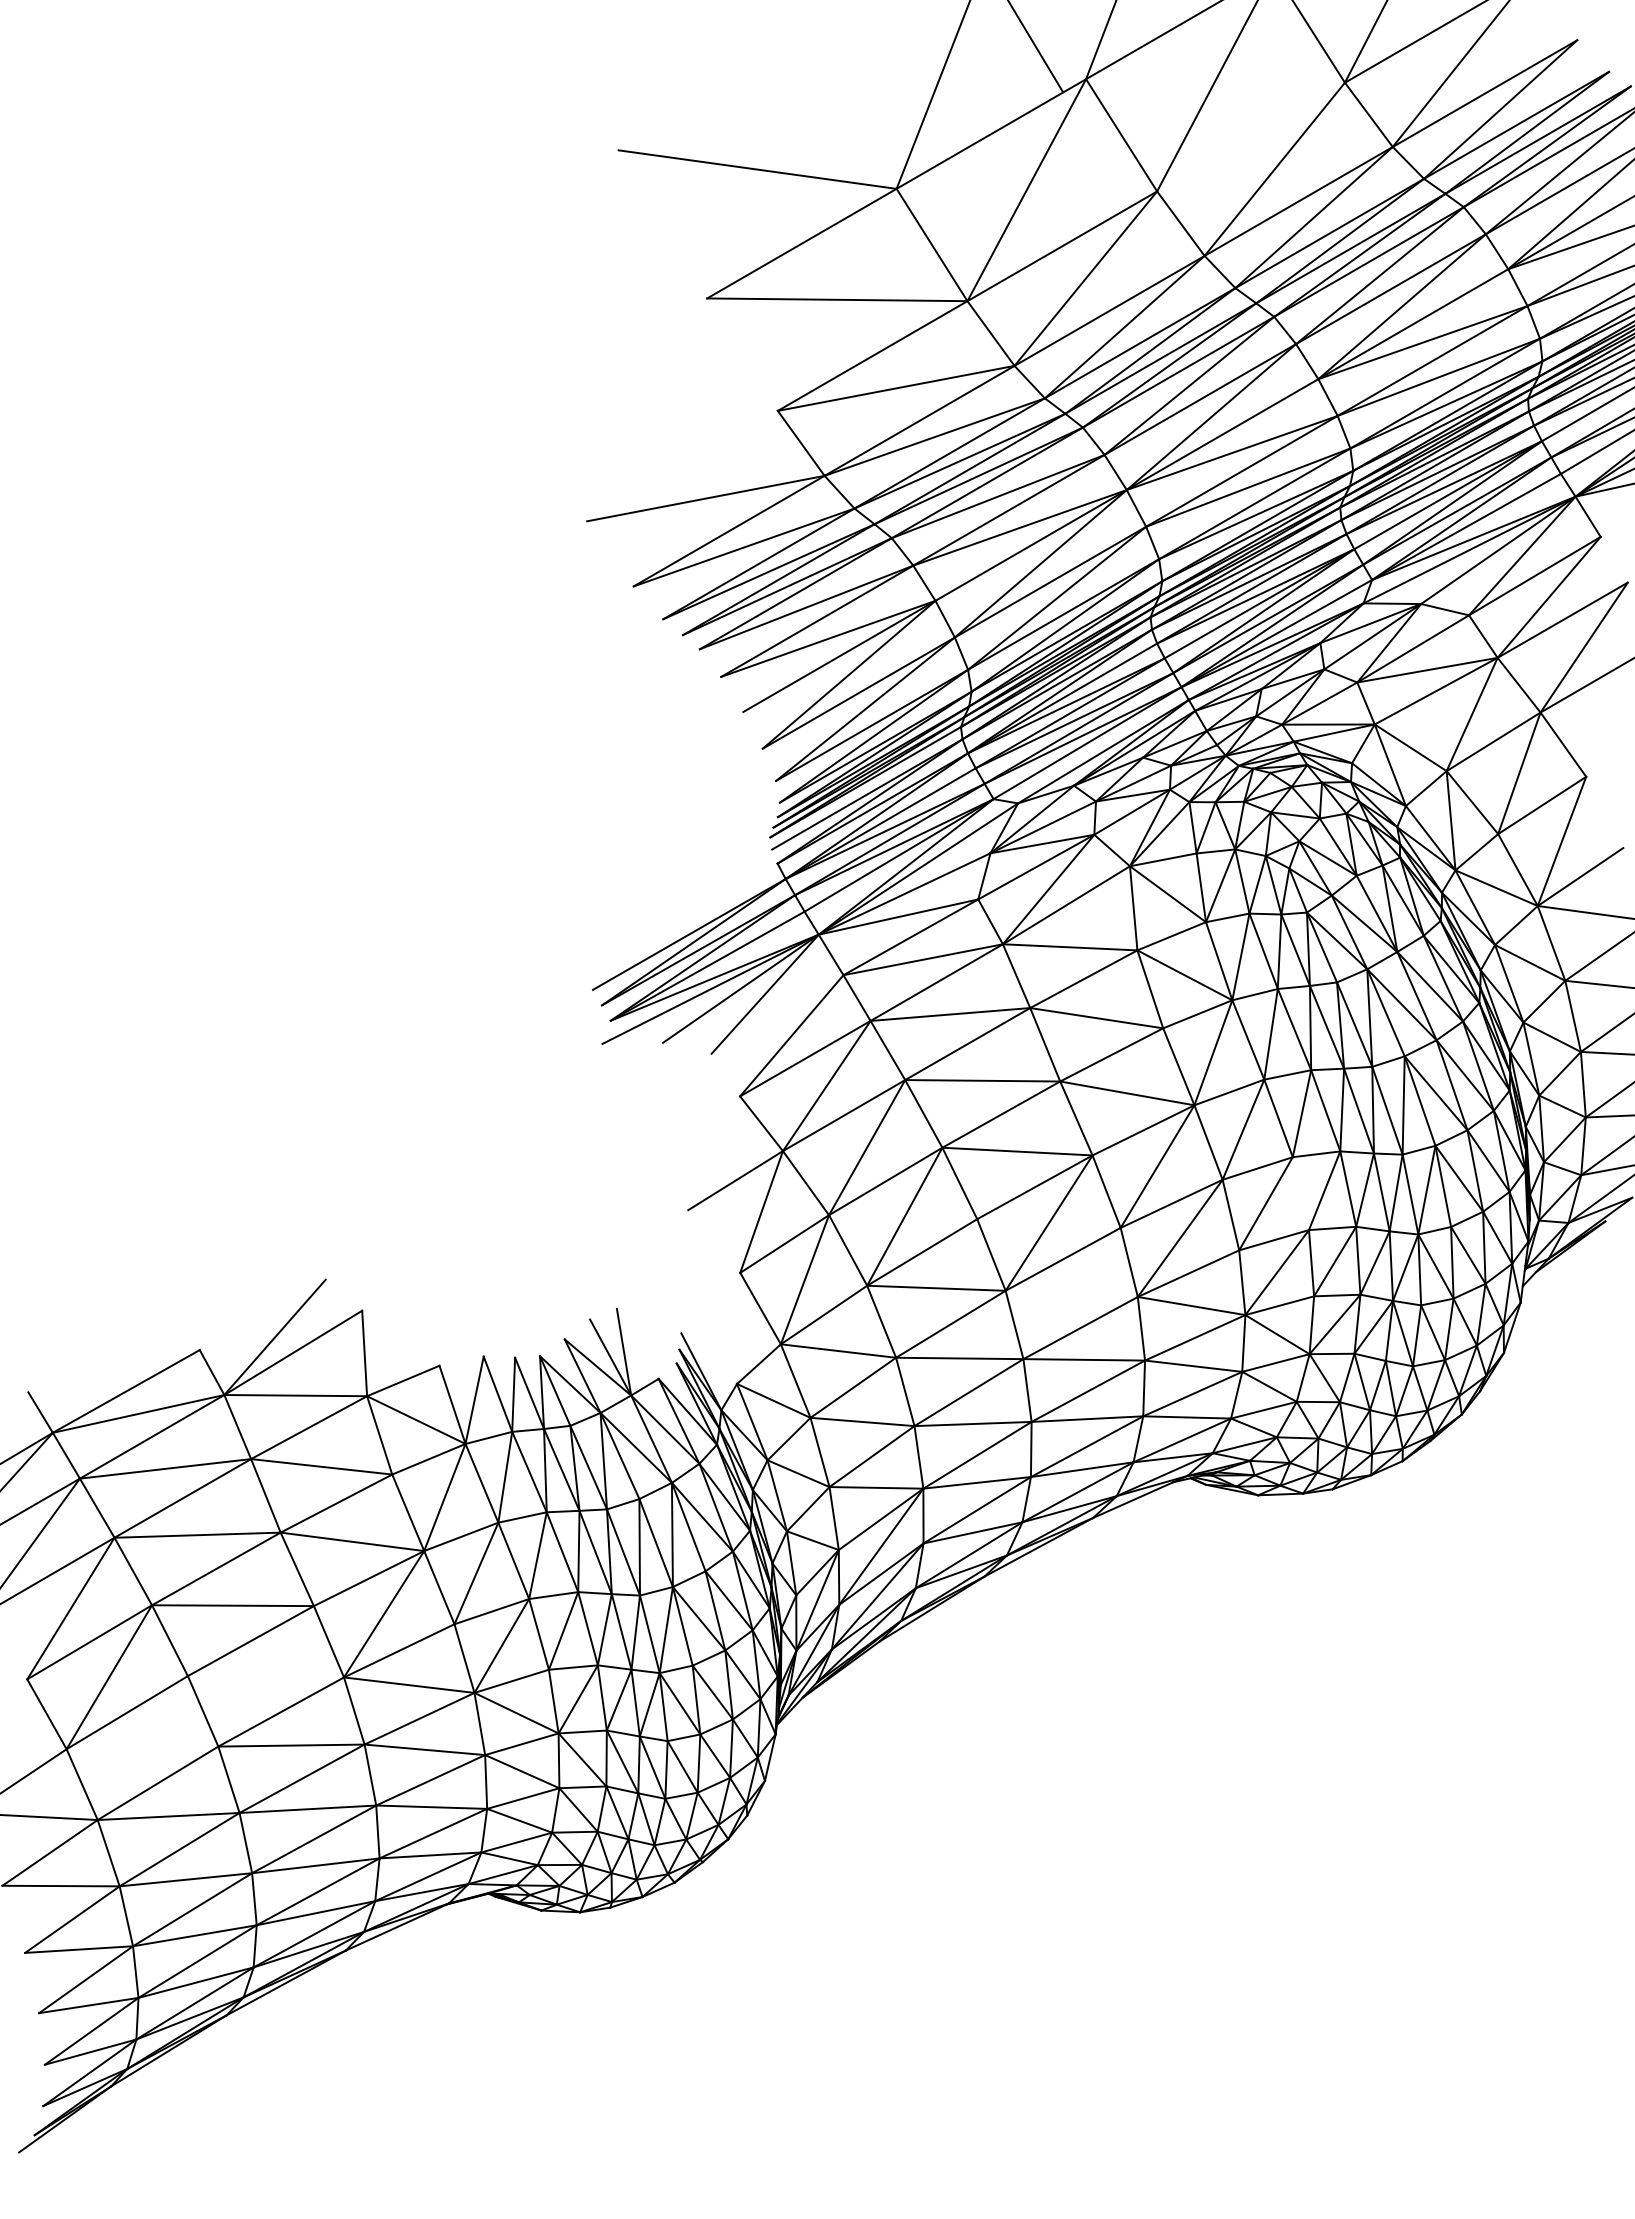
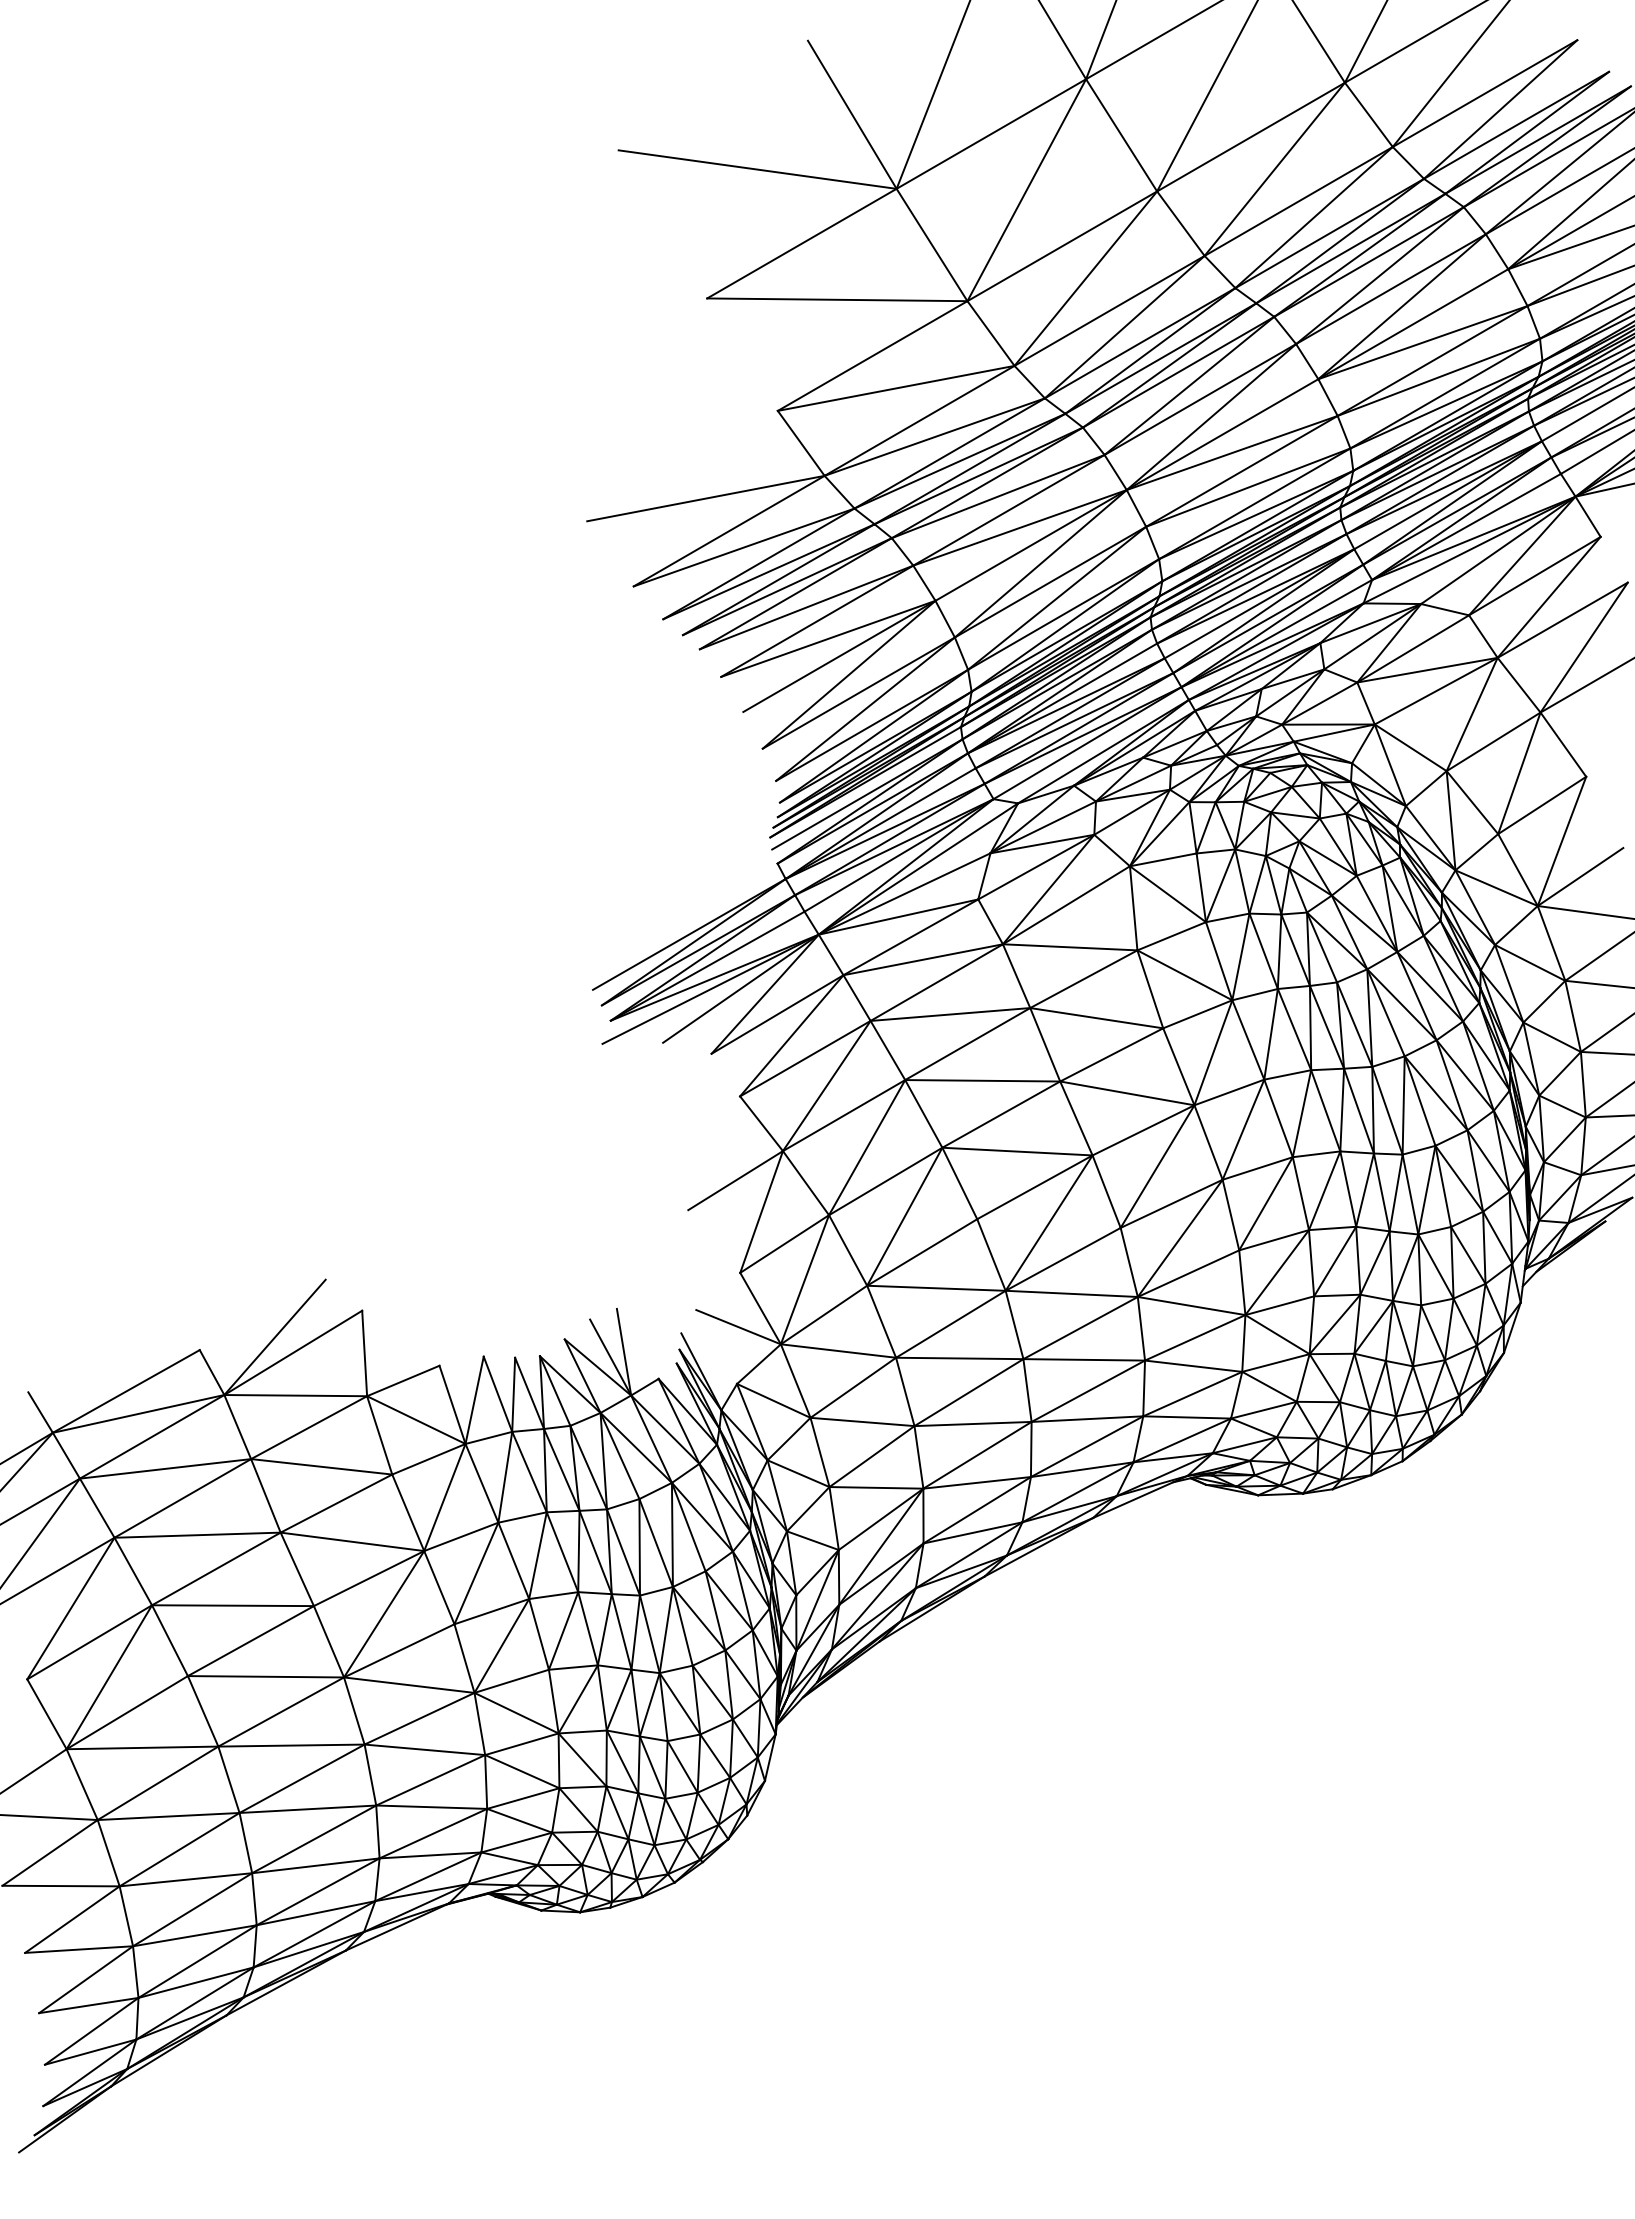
line at (1036, 47) position: (1036, 47) -> (1063, 40)
line at (851, 114): none -> present
line at (1250, 136): none -> present
line at (777, 1014): none -> present
line at (1300, 1193): none -> present
line at (1071, 1293): none -> present
line at (738, 1327): none -> present
line at (265, 1676): none -> present
line at (142, 1747): none -> present
